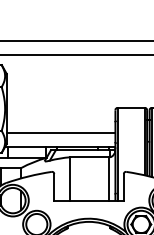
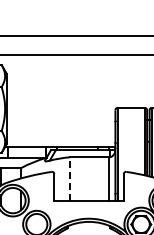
line at (76, 41) position: (76, 41) -> (76, 36)
line at (60, 133): present -> none
line at (70, 179): solid -> dashed
